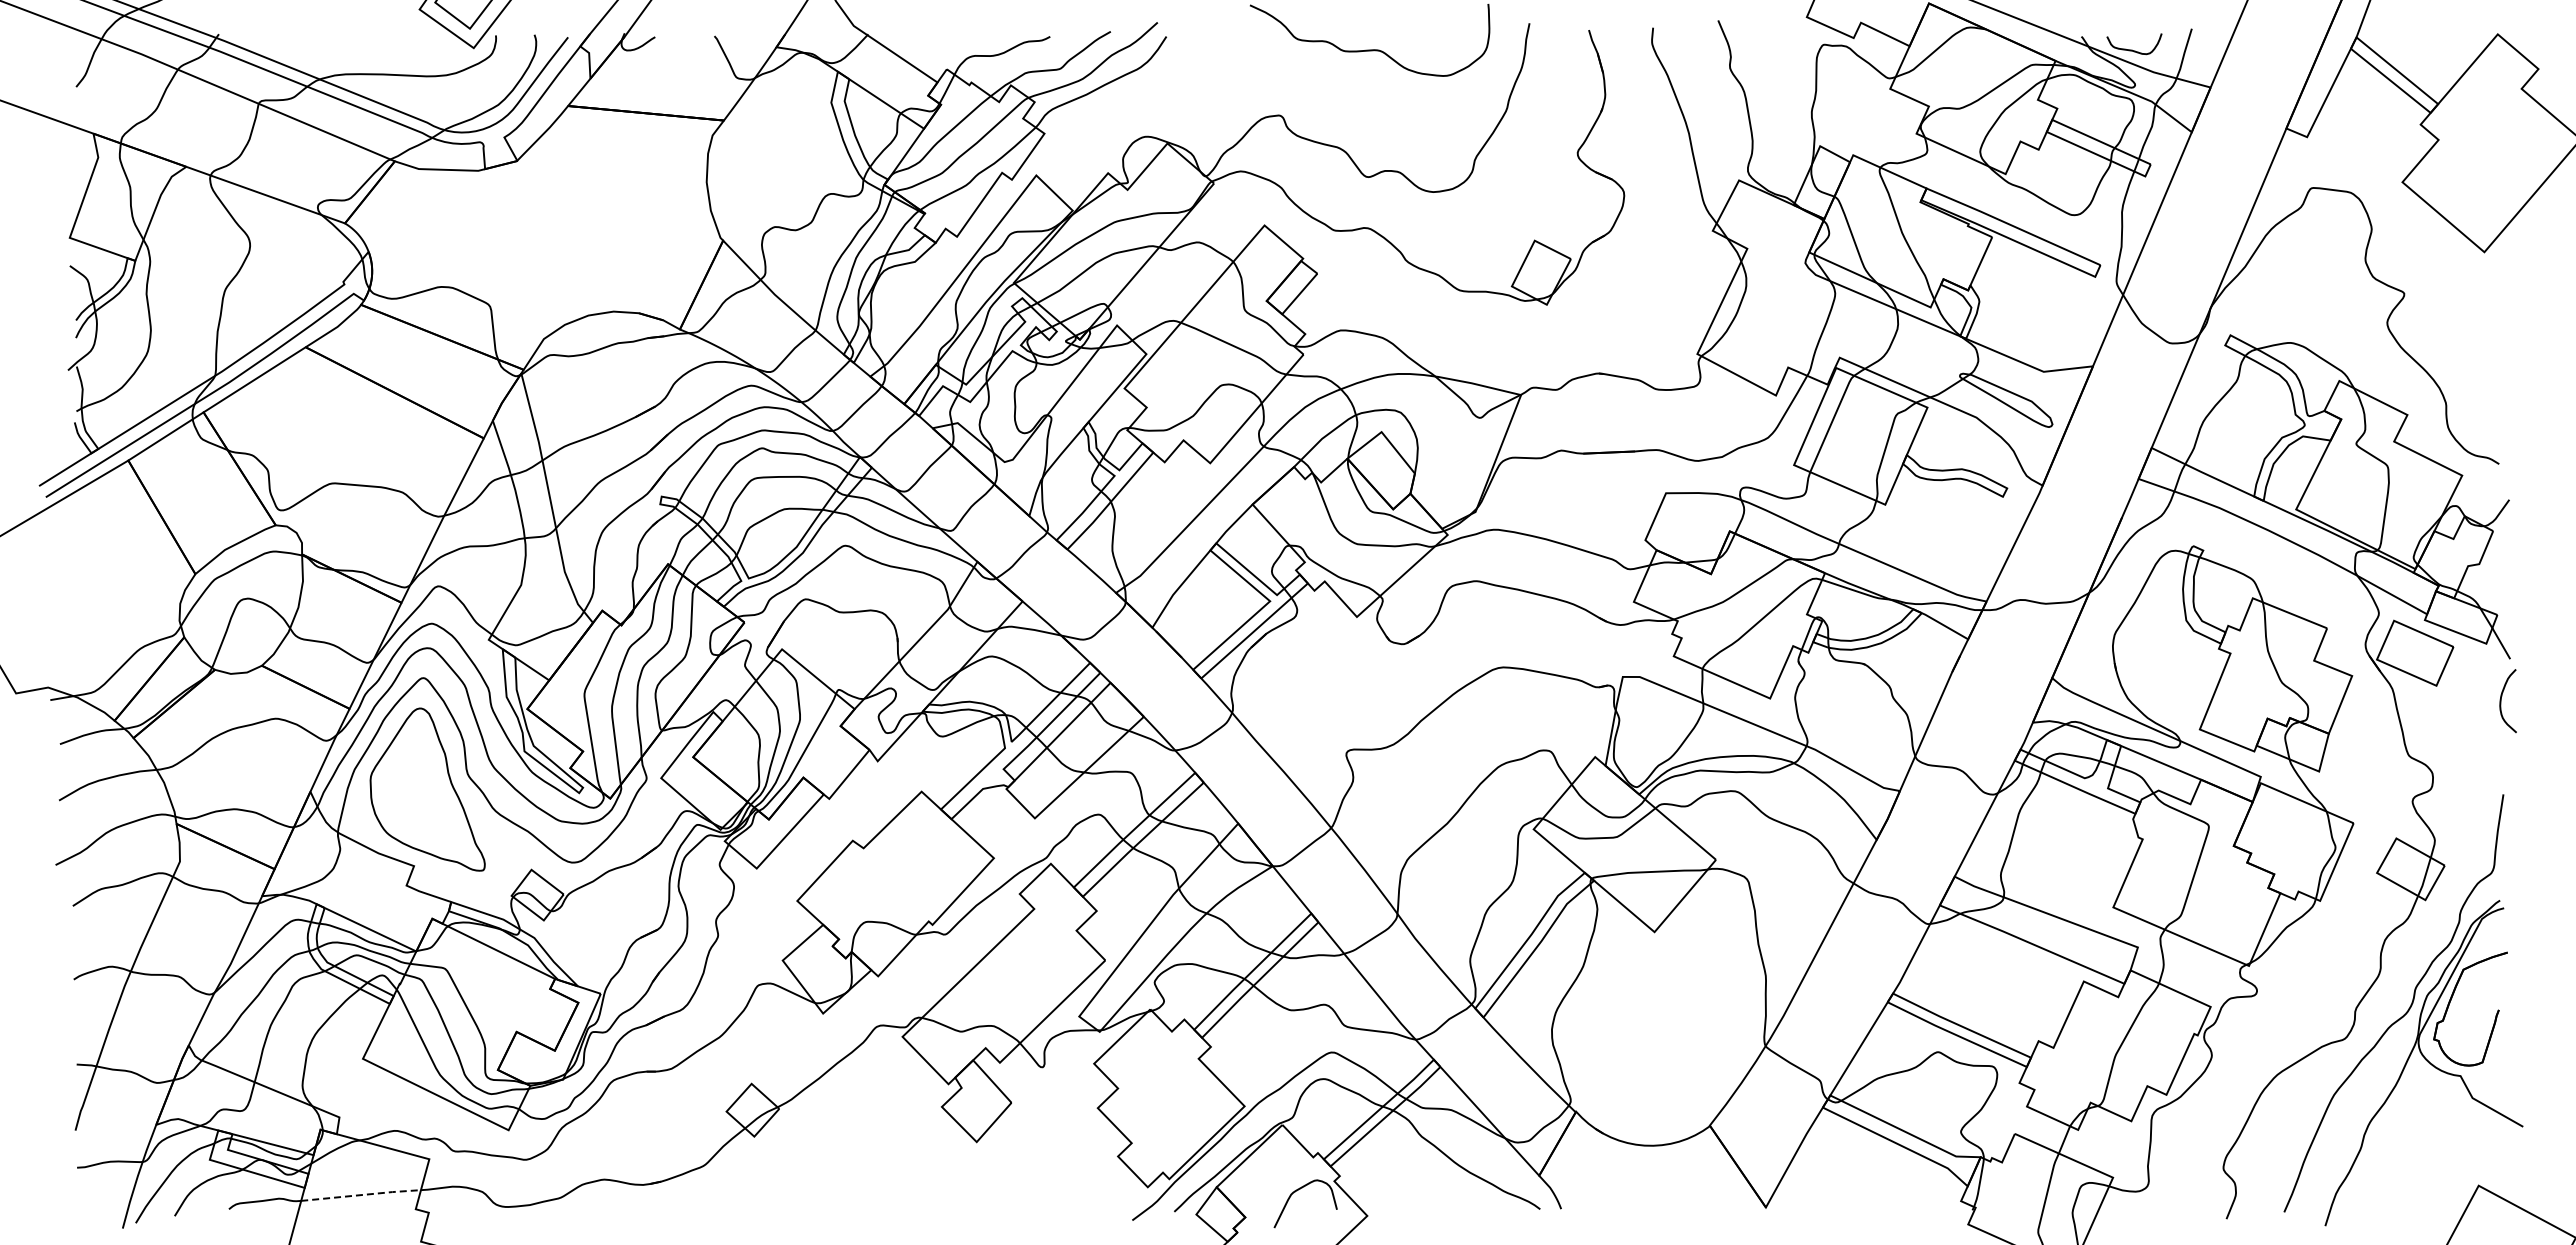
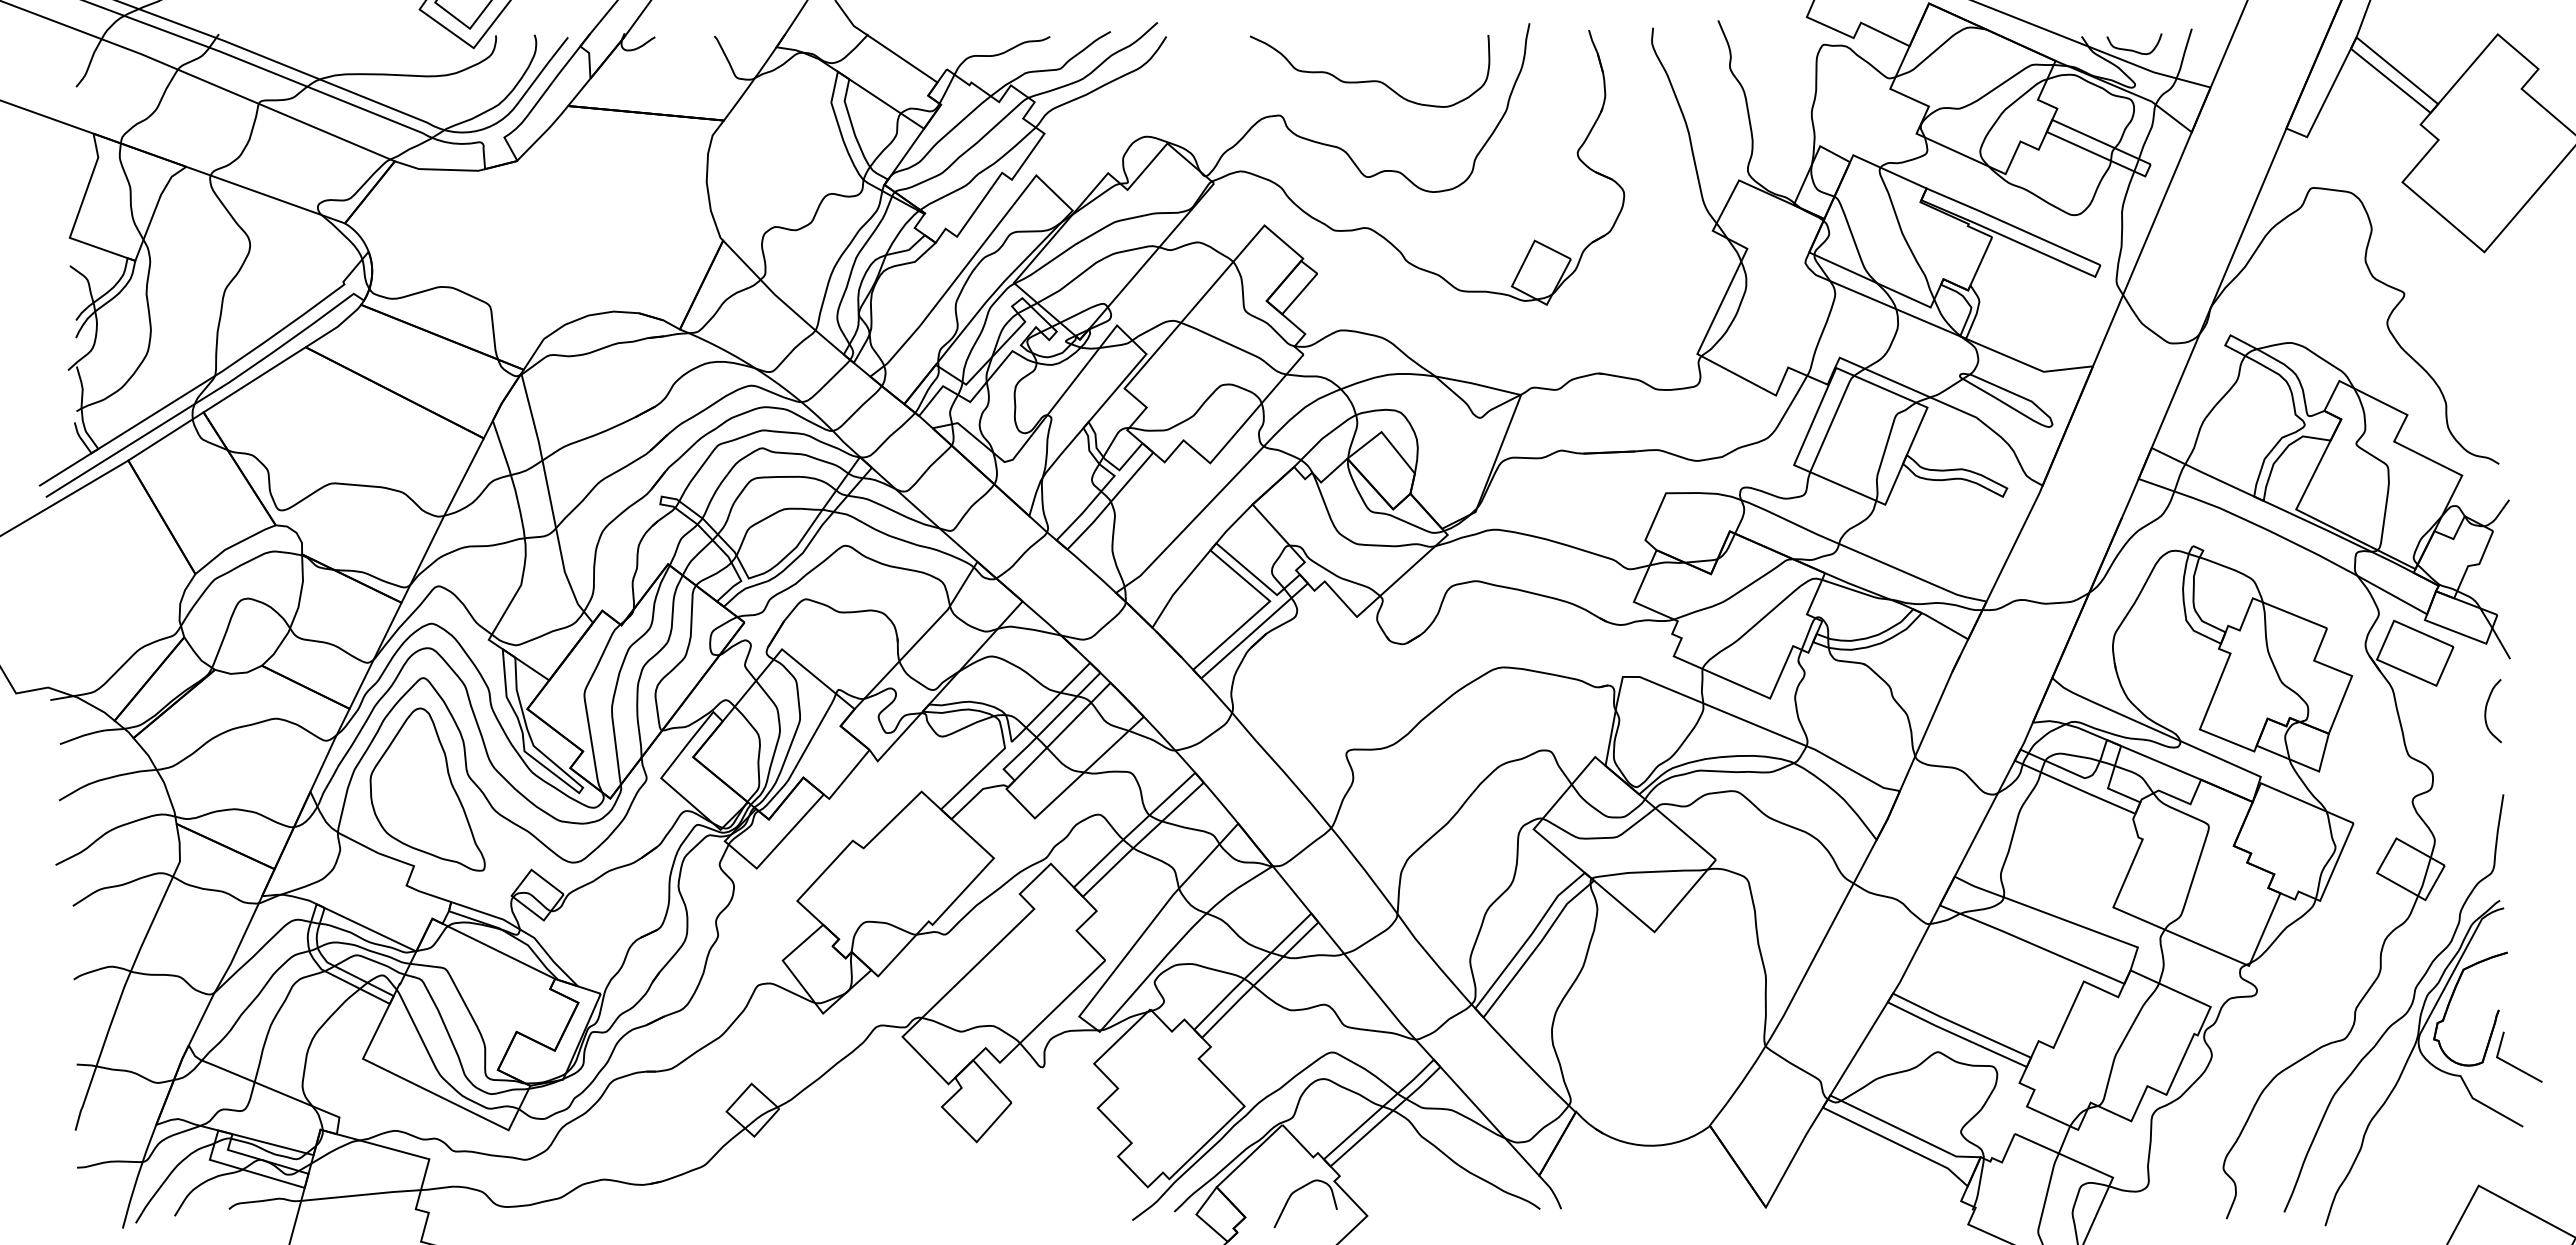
curve at (1369, 49) position: (1369, 49) -> (1369, 80)
curve at (2501, 701) position: (2501, 701) -> (2486, 711)
line at (2514, 1065): none -> present
line at (361, 1195): dashed -> solid
